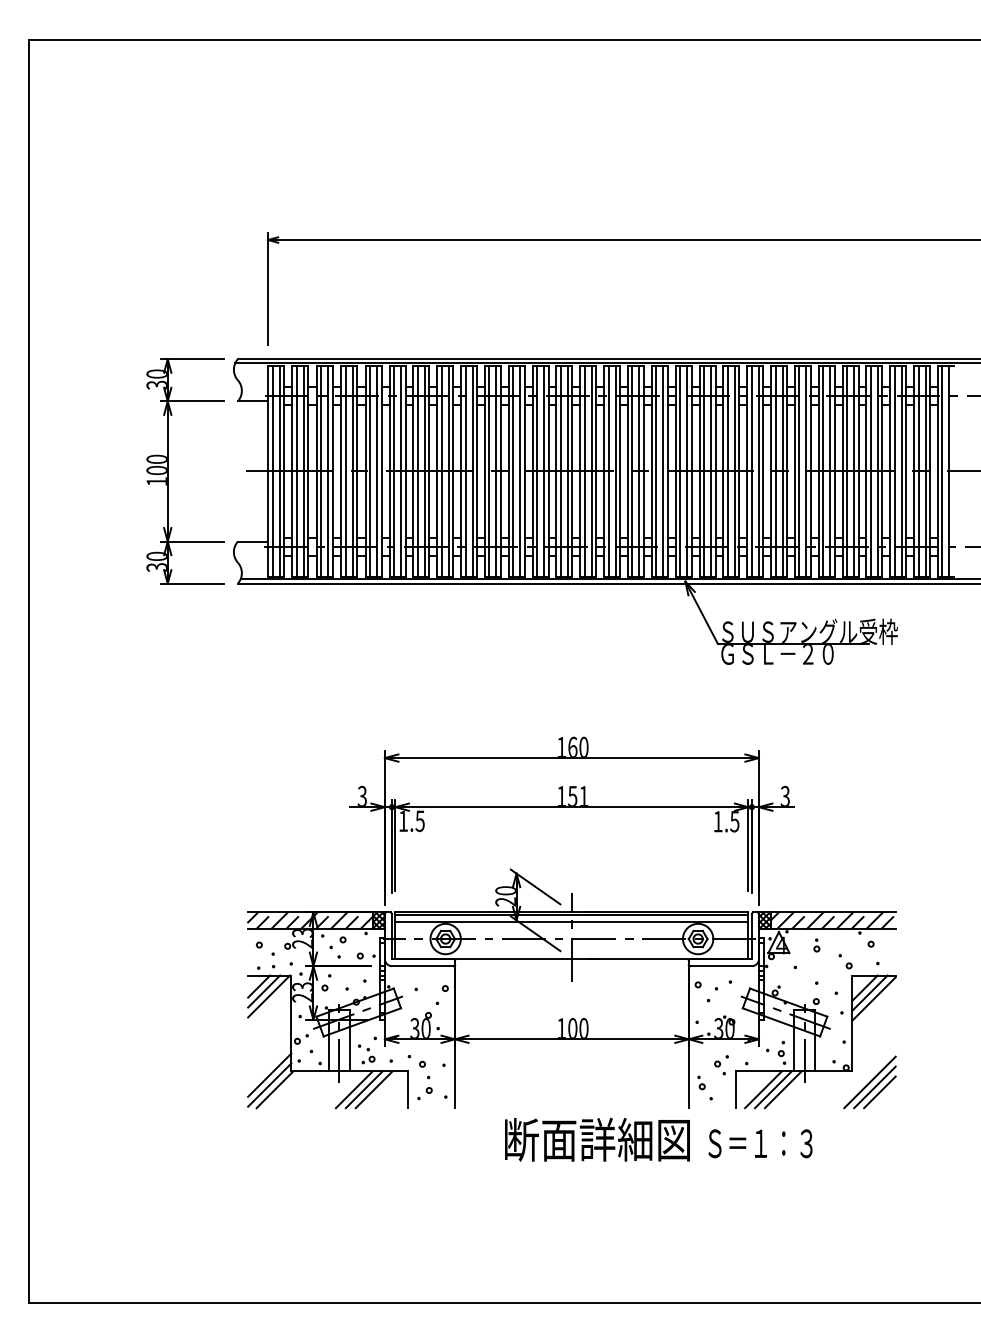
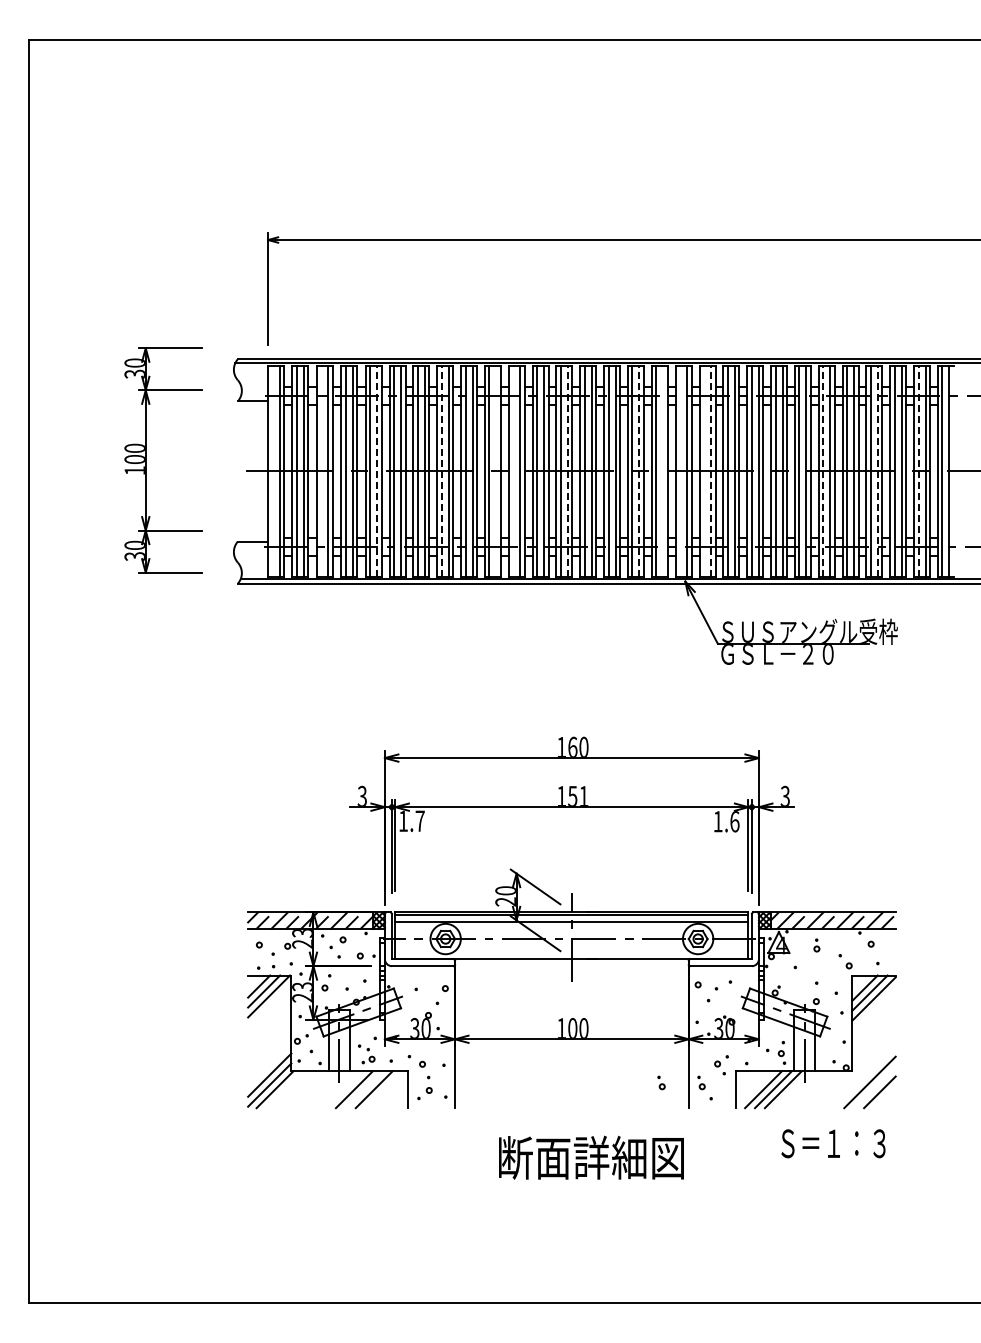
part at (168, 471) position: (168, 471) -> (146, 460)
line at (272, 471): present -> none
line at (321, 471): present -> none
line at (377, 471): solid -> dashed
line at (441, 471): solid -> dashed
line at (496, 471): present -> none
line at (513, 471): present -> none
line at (567, 471): solid -> dashed
line at (639, 471): solid -> dashed
line at (663, 471): present -> none
line at (680, 471): present -> none
line at (704, 471): present -> none
line at (711, 471): solid -> dashed
line at (823, 471): solid -> dashed
line at (877, 471): solid -> dashed
line at (918, 471): solid -> dashed
text at (419, 821): 1.5 -> 1.7
text at (734, 821): 1.5 -> 1.6
part at (661, 1082): none -> present
line at (874, 1087): present -> none
line at (363, 1089): present -> none
text at (597, 1139) position: (597, 1139) -> (591, 1157)
text at (760, 1143) position: (760, 1143) -> (833, 1143)
